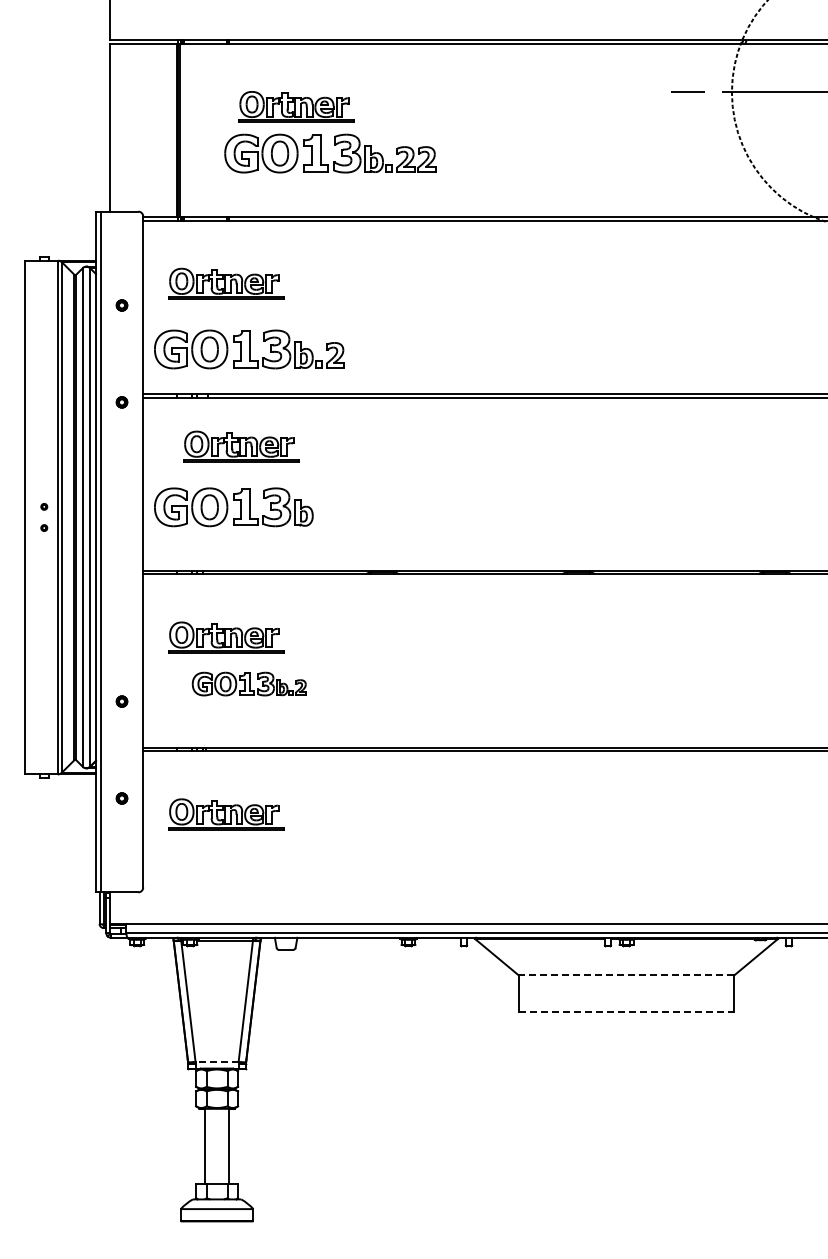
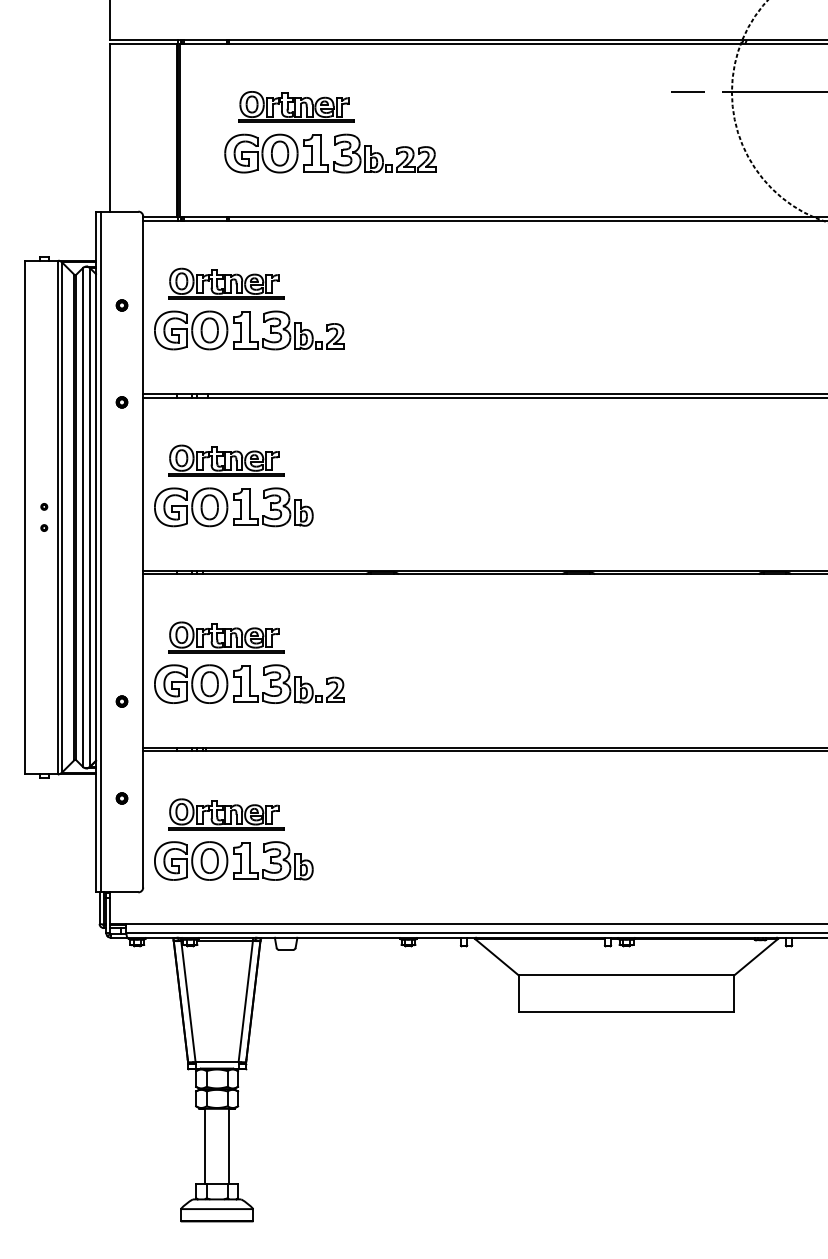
part at (249, 349) position: (249, 349) -> (249, 330)
part at (241, 446) position: (241, 446) -> (226, 460)
part at (248, 683) size: 116x26 px -> 191x40 px
part at (233, 860): none -> present
line at (626, 975): dashed -> solid
line at (626, 1011): dashed -> solid
line at (217, 1062): dashed -> solid
